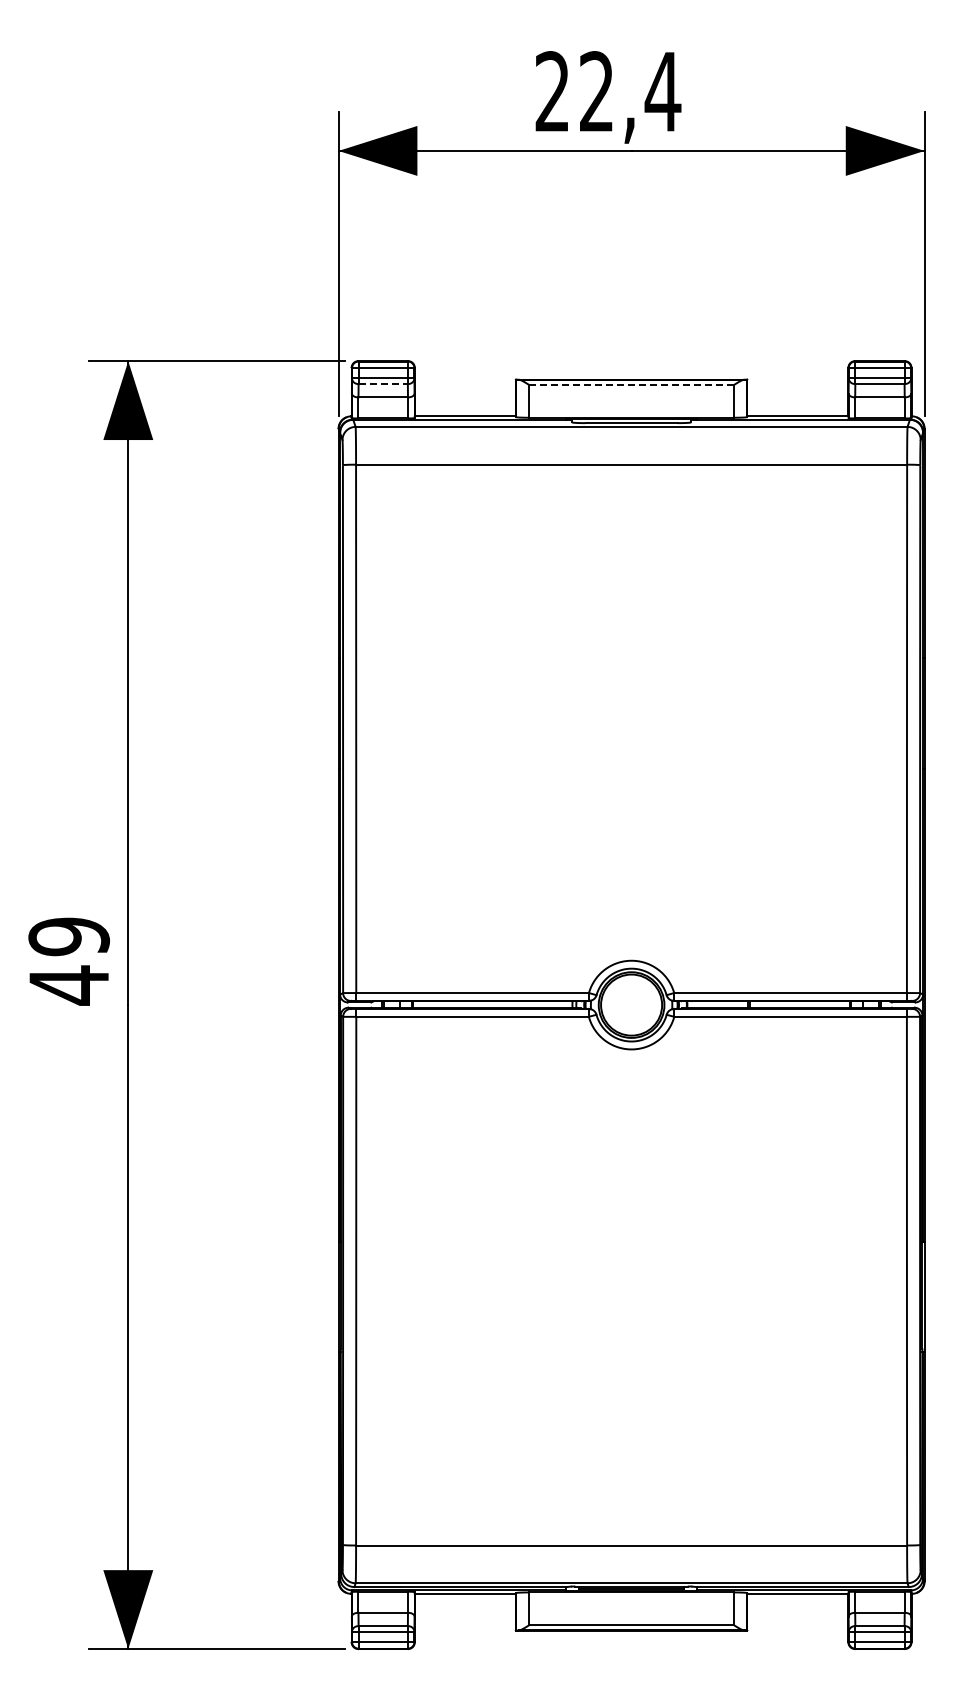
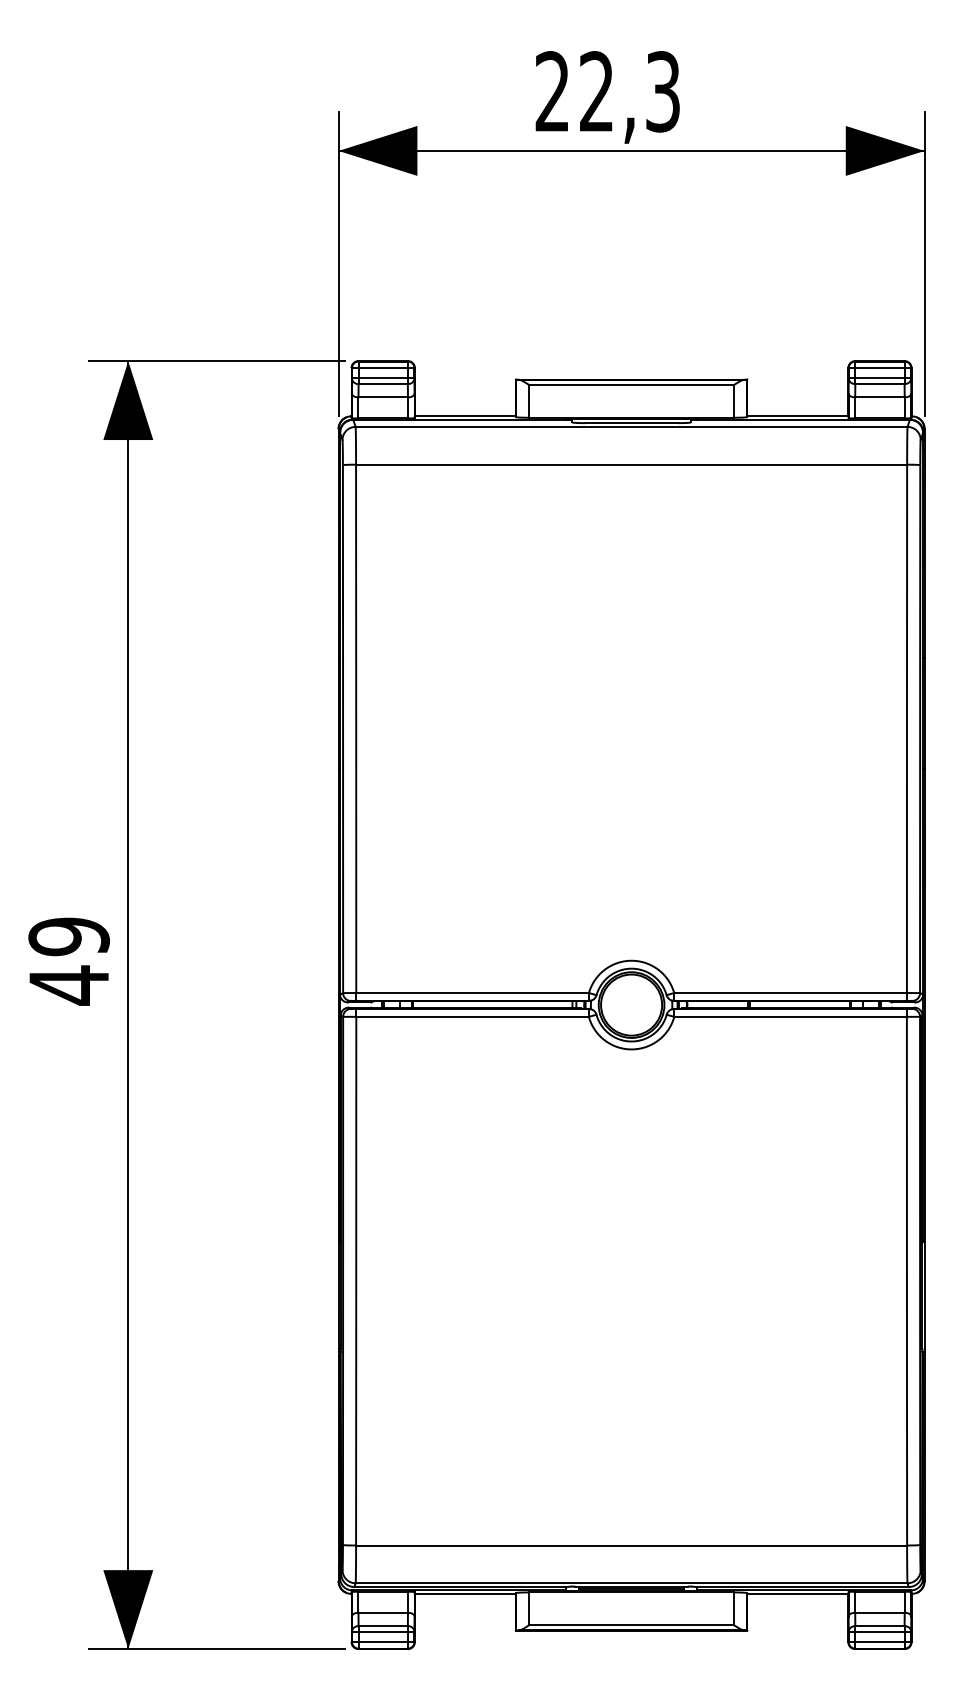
text at (662, 91): 22,4 -> 22,3
line at (383, 384): dashed -> solid
line at (631, 384): dashed -> solid
